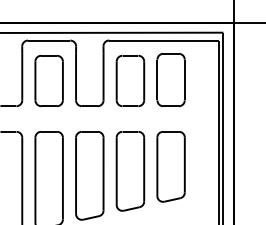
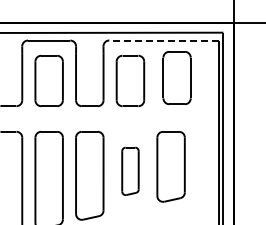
line at (163, 40): solid -> dashed
part at (170, 80) position: (170, 80) -> (176, 78)
part at (130, 171) size: 31x81 px -> 19x50 px
